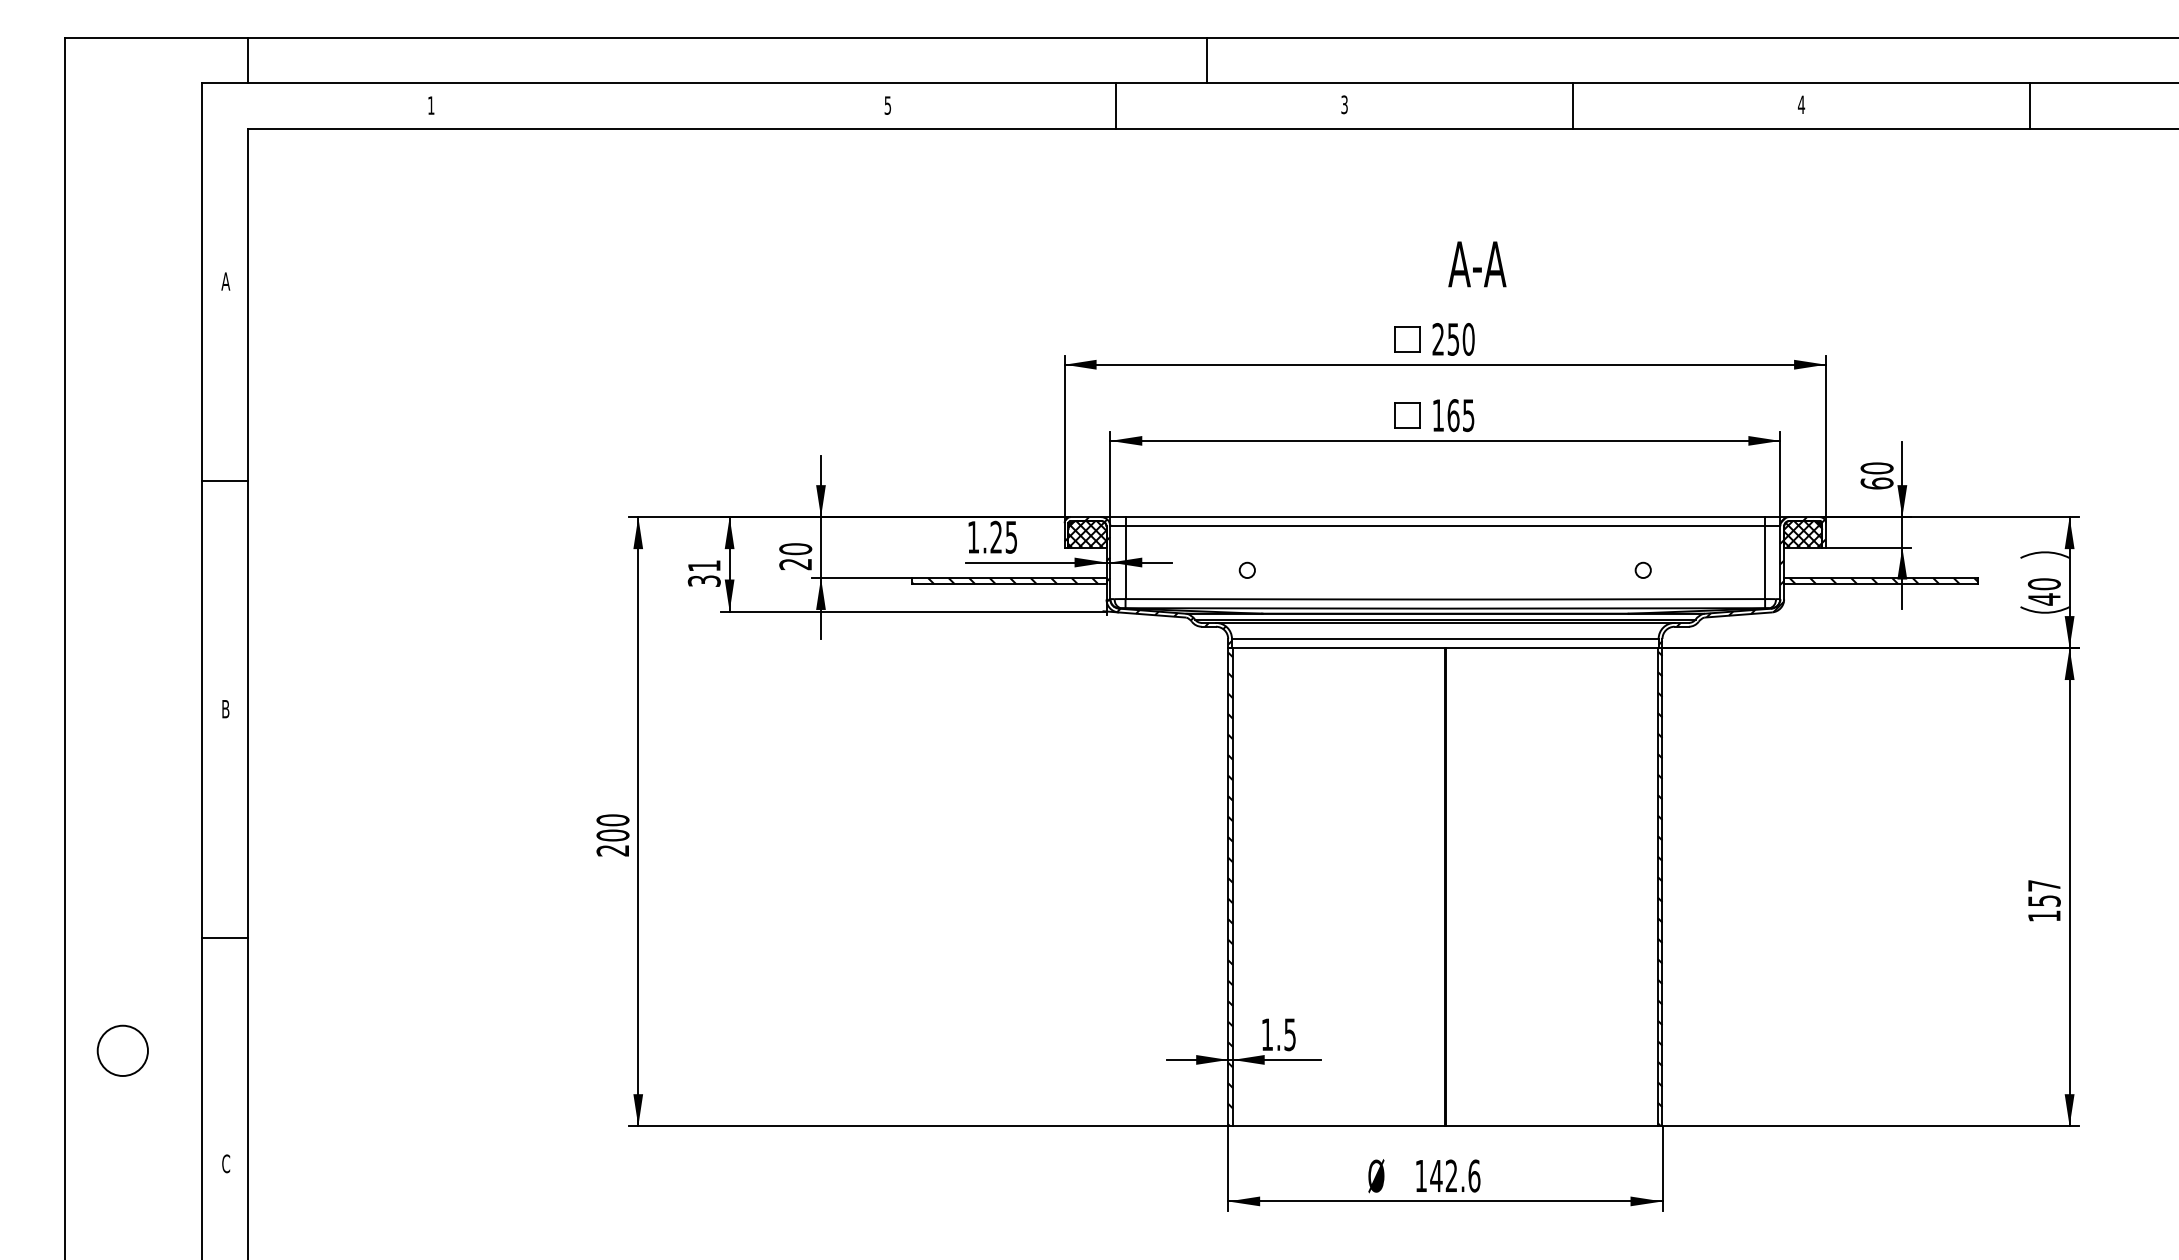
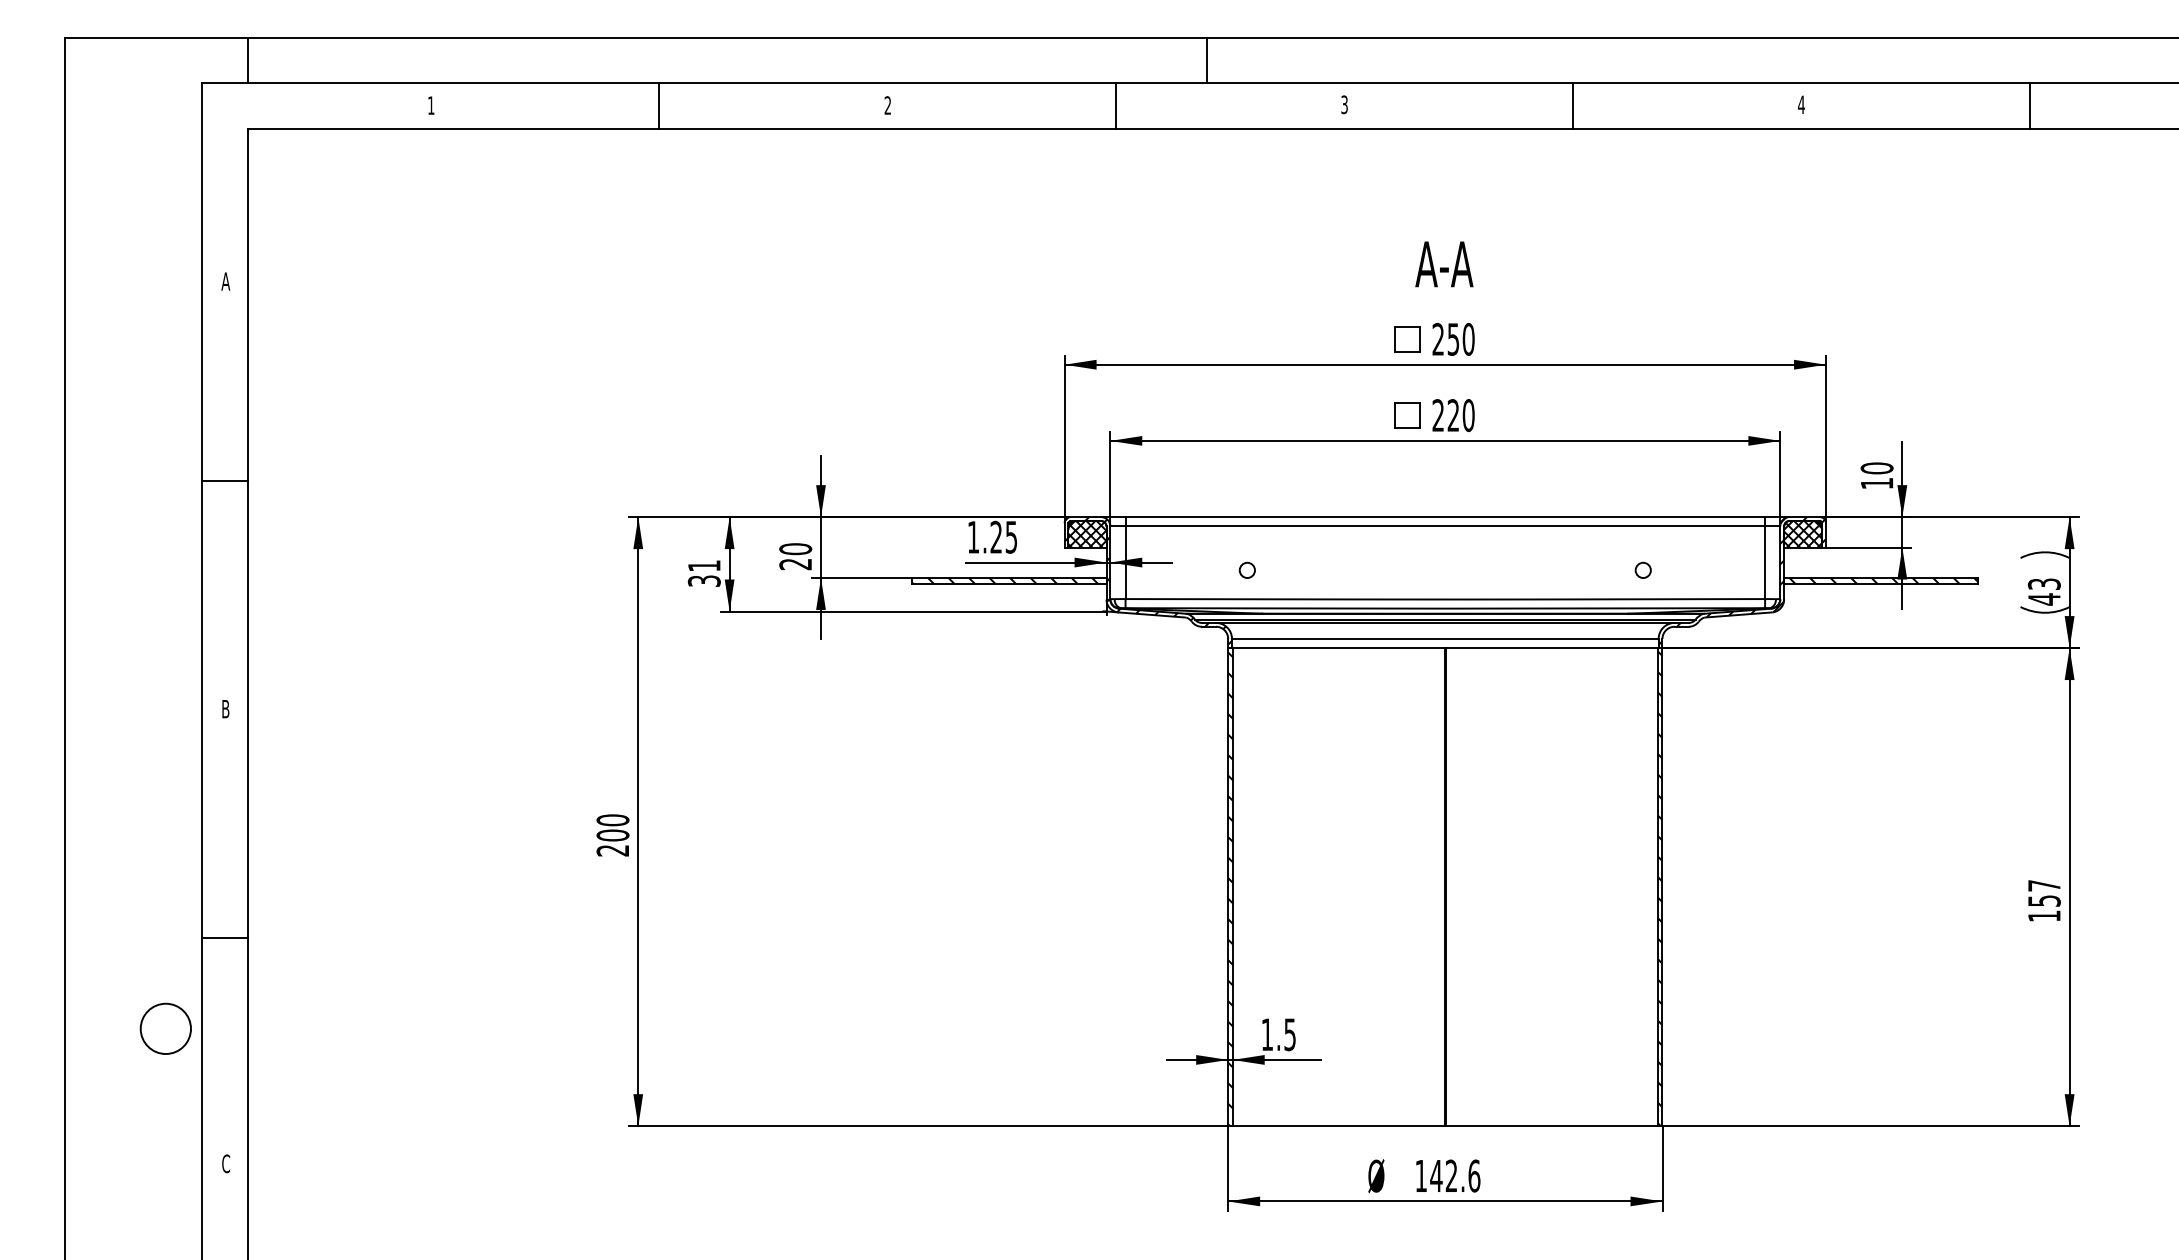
line at (659, 105): none -> present
text at (887, 105): 5 -> 2
text at (1477, 264) position: (1477, 264) -> (1444, 264)
text at (1453, 415): 165 -> 220
text at (1876, 483): 60 -> 10
text at (2044, 584): 40 -> 43
circle at (122, 1050) position: (122, 1050) -> (165, 1028)
